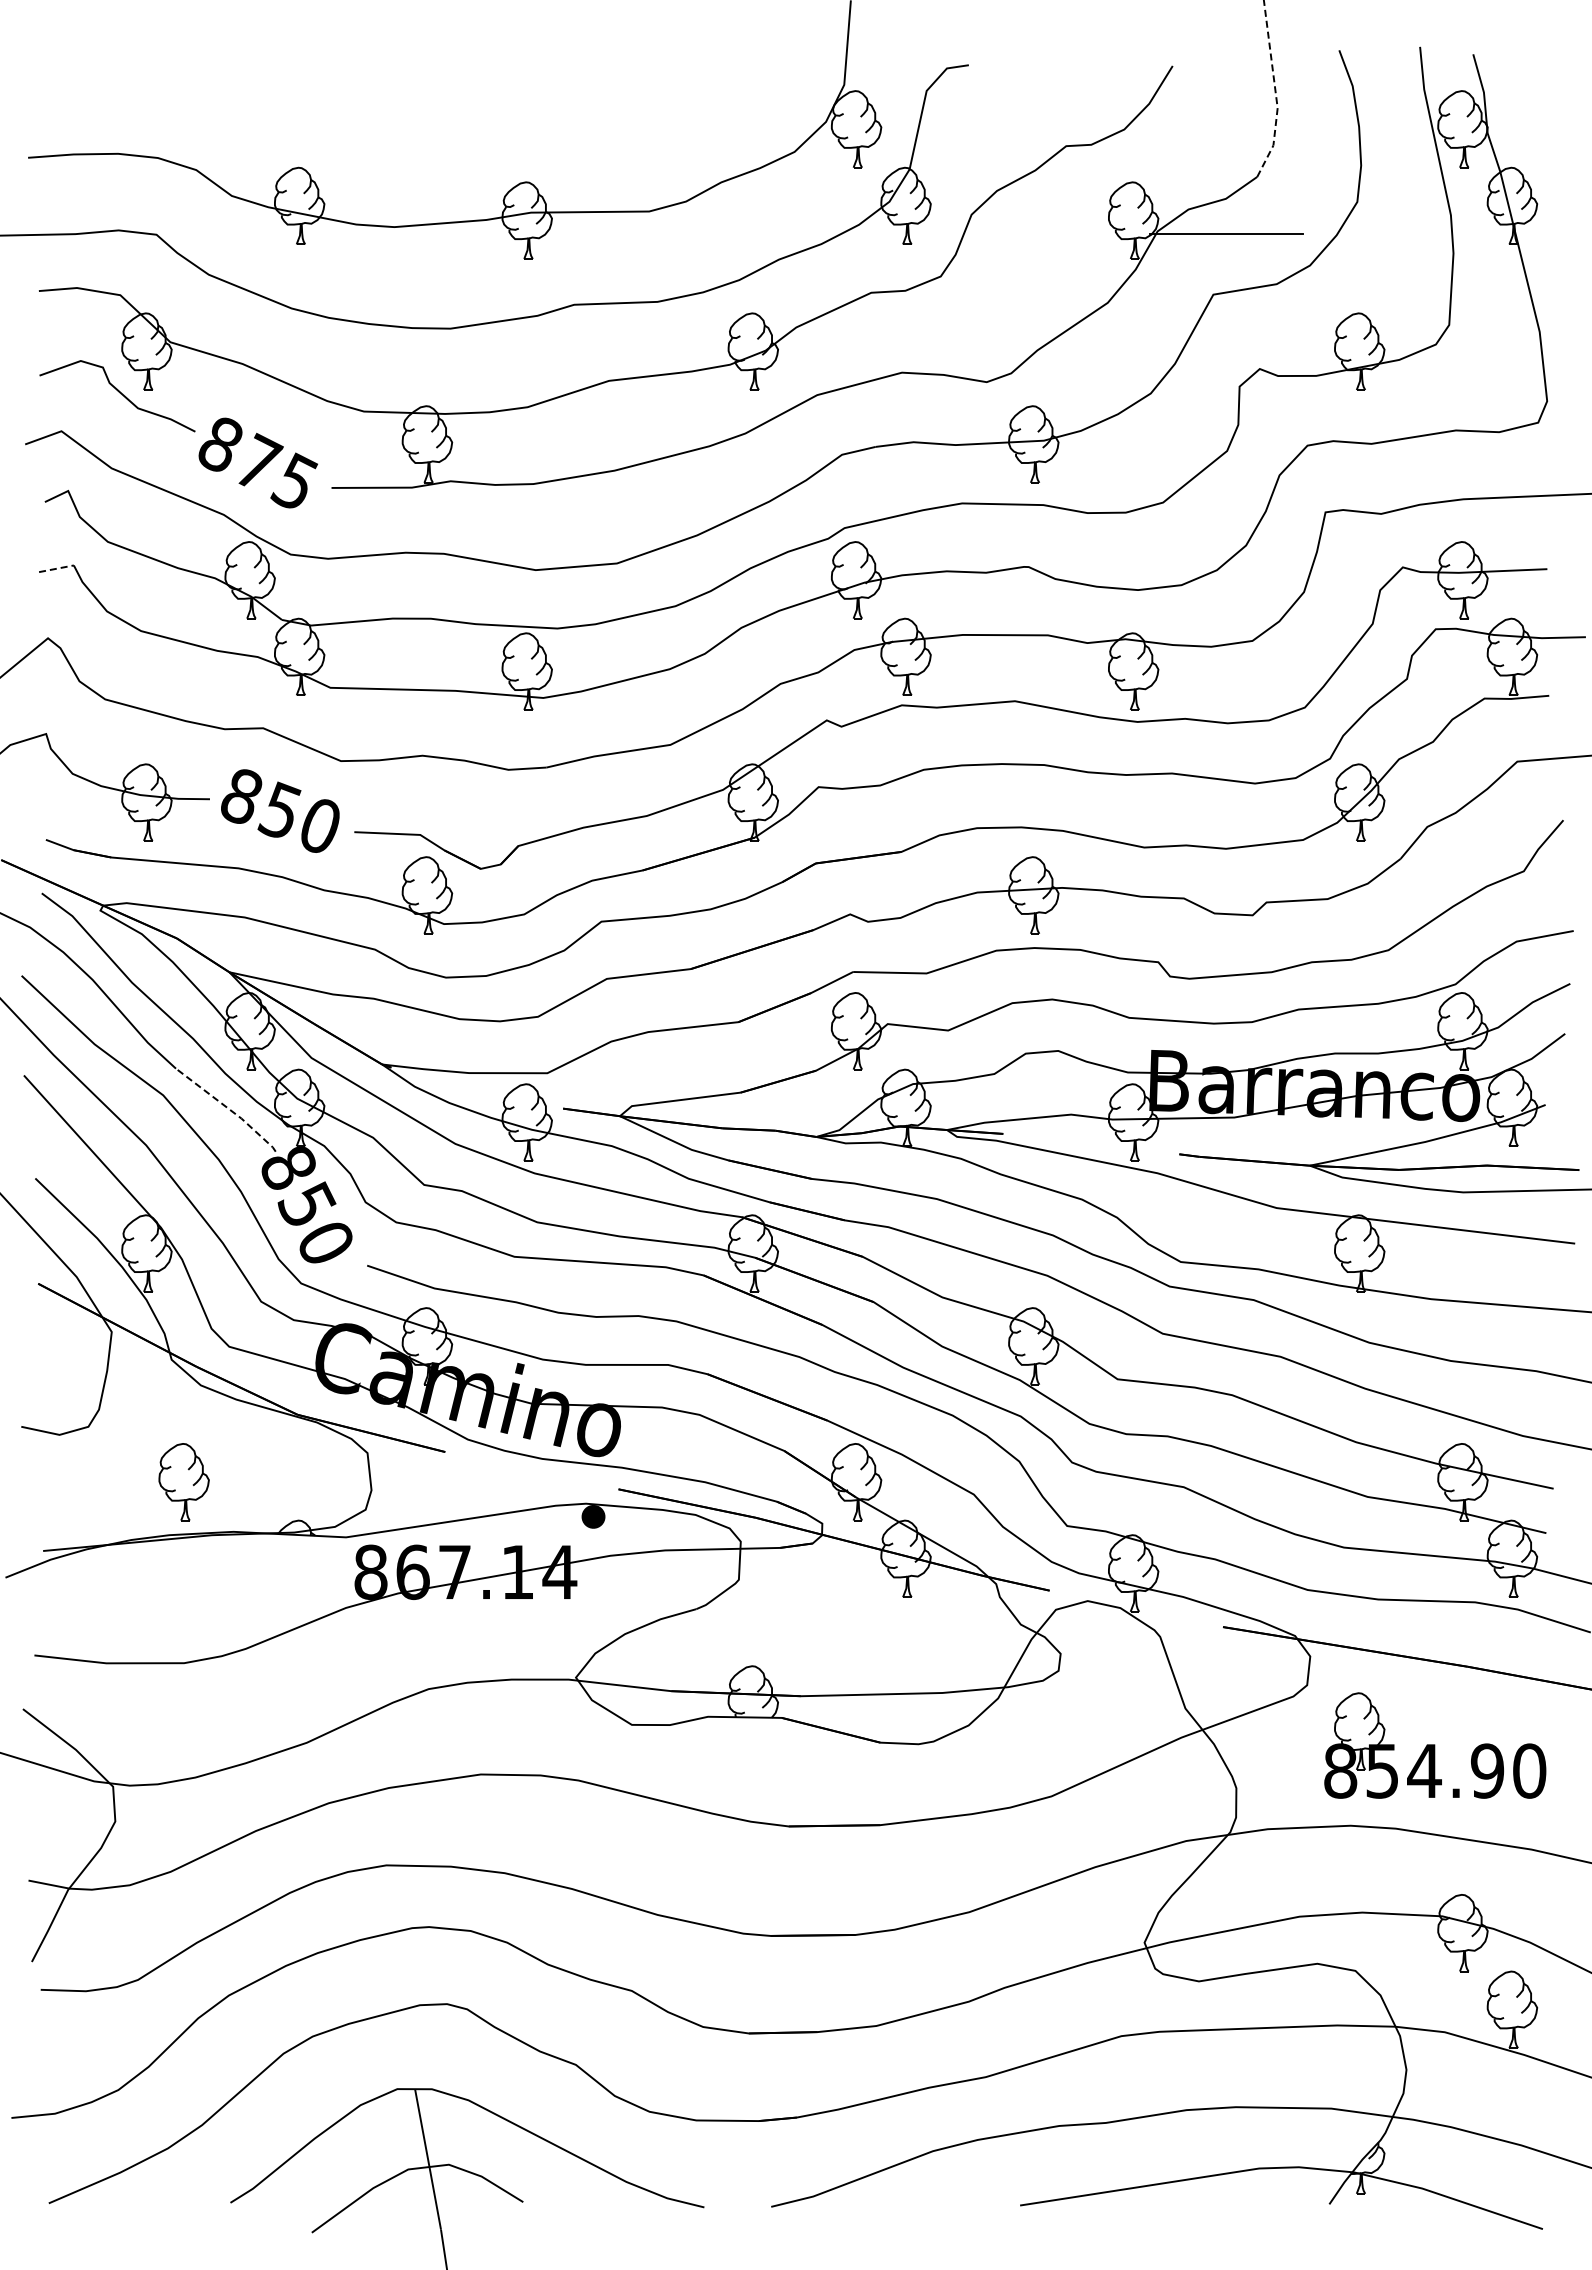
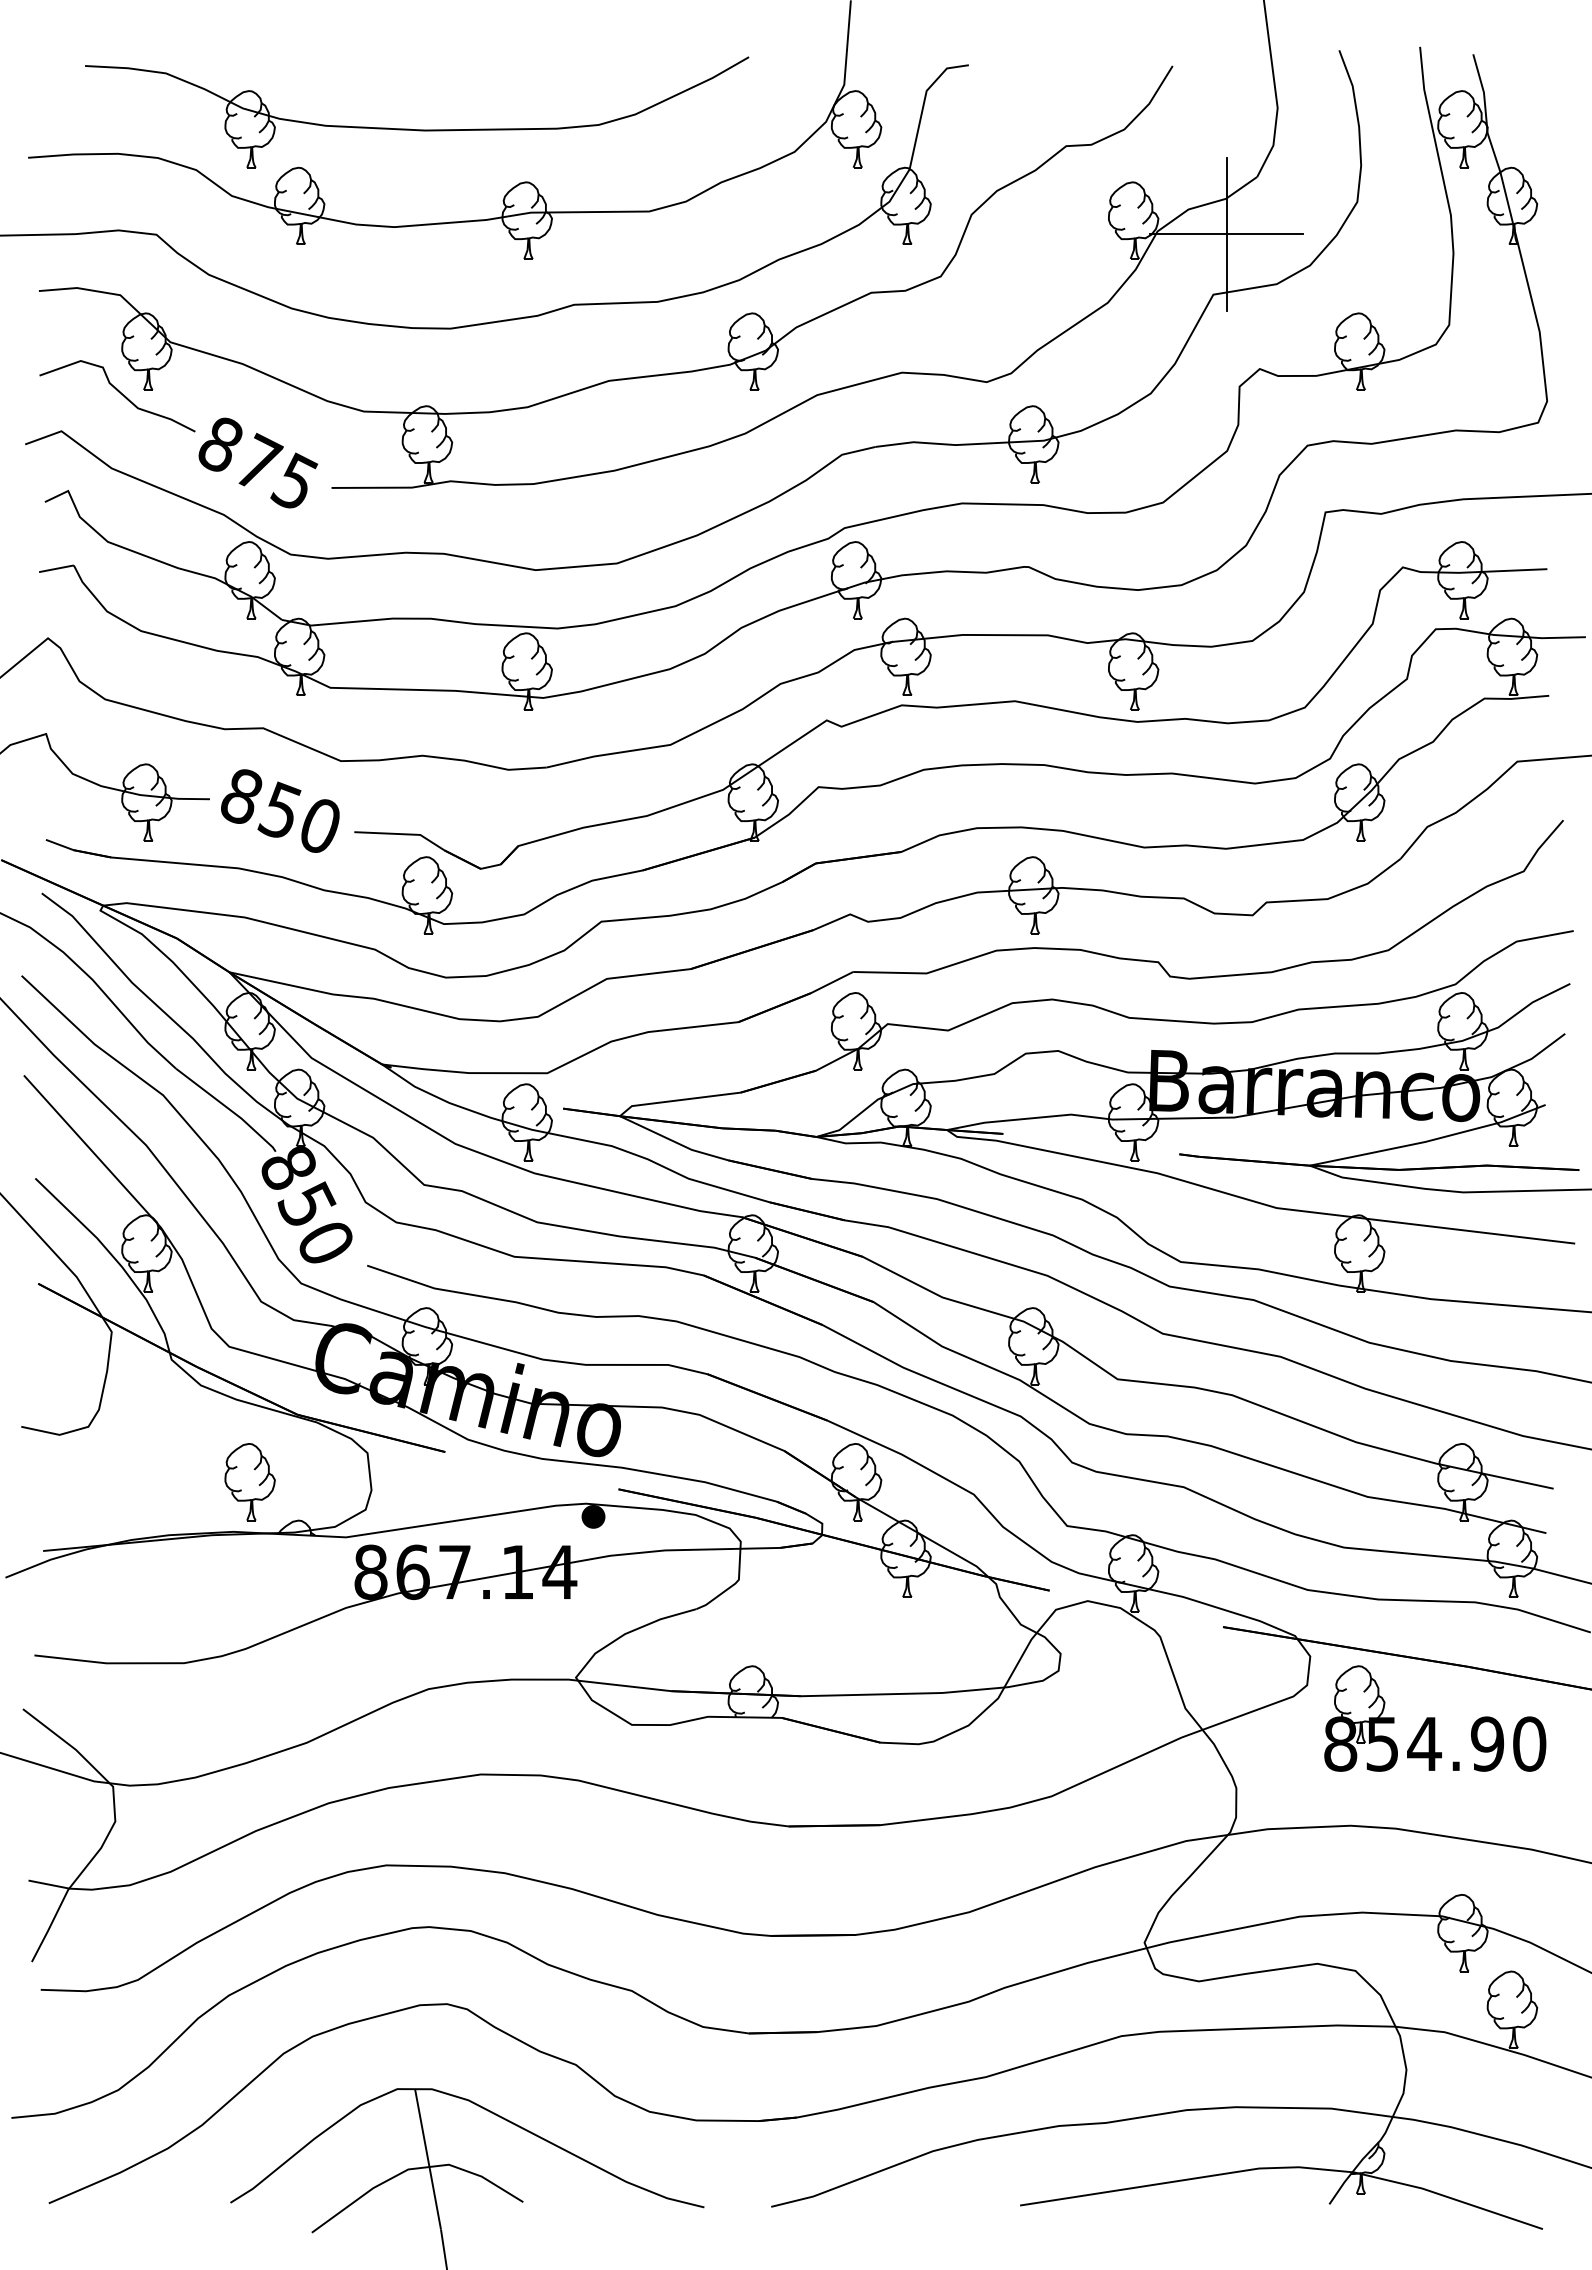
line at (1275, 91): dashed -> solid
part at (417, 129): none -> present
line at (1226, 234): none -> present
line at (56, 568): dashed -> solid
line at (228, 1108): dashed -> solid
part at (183, 1482) position: (183, 1482) -> (249, 1482)
part at (1435, 1745) position: (1435, 1745) -> (1435, 1718)
